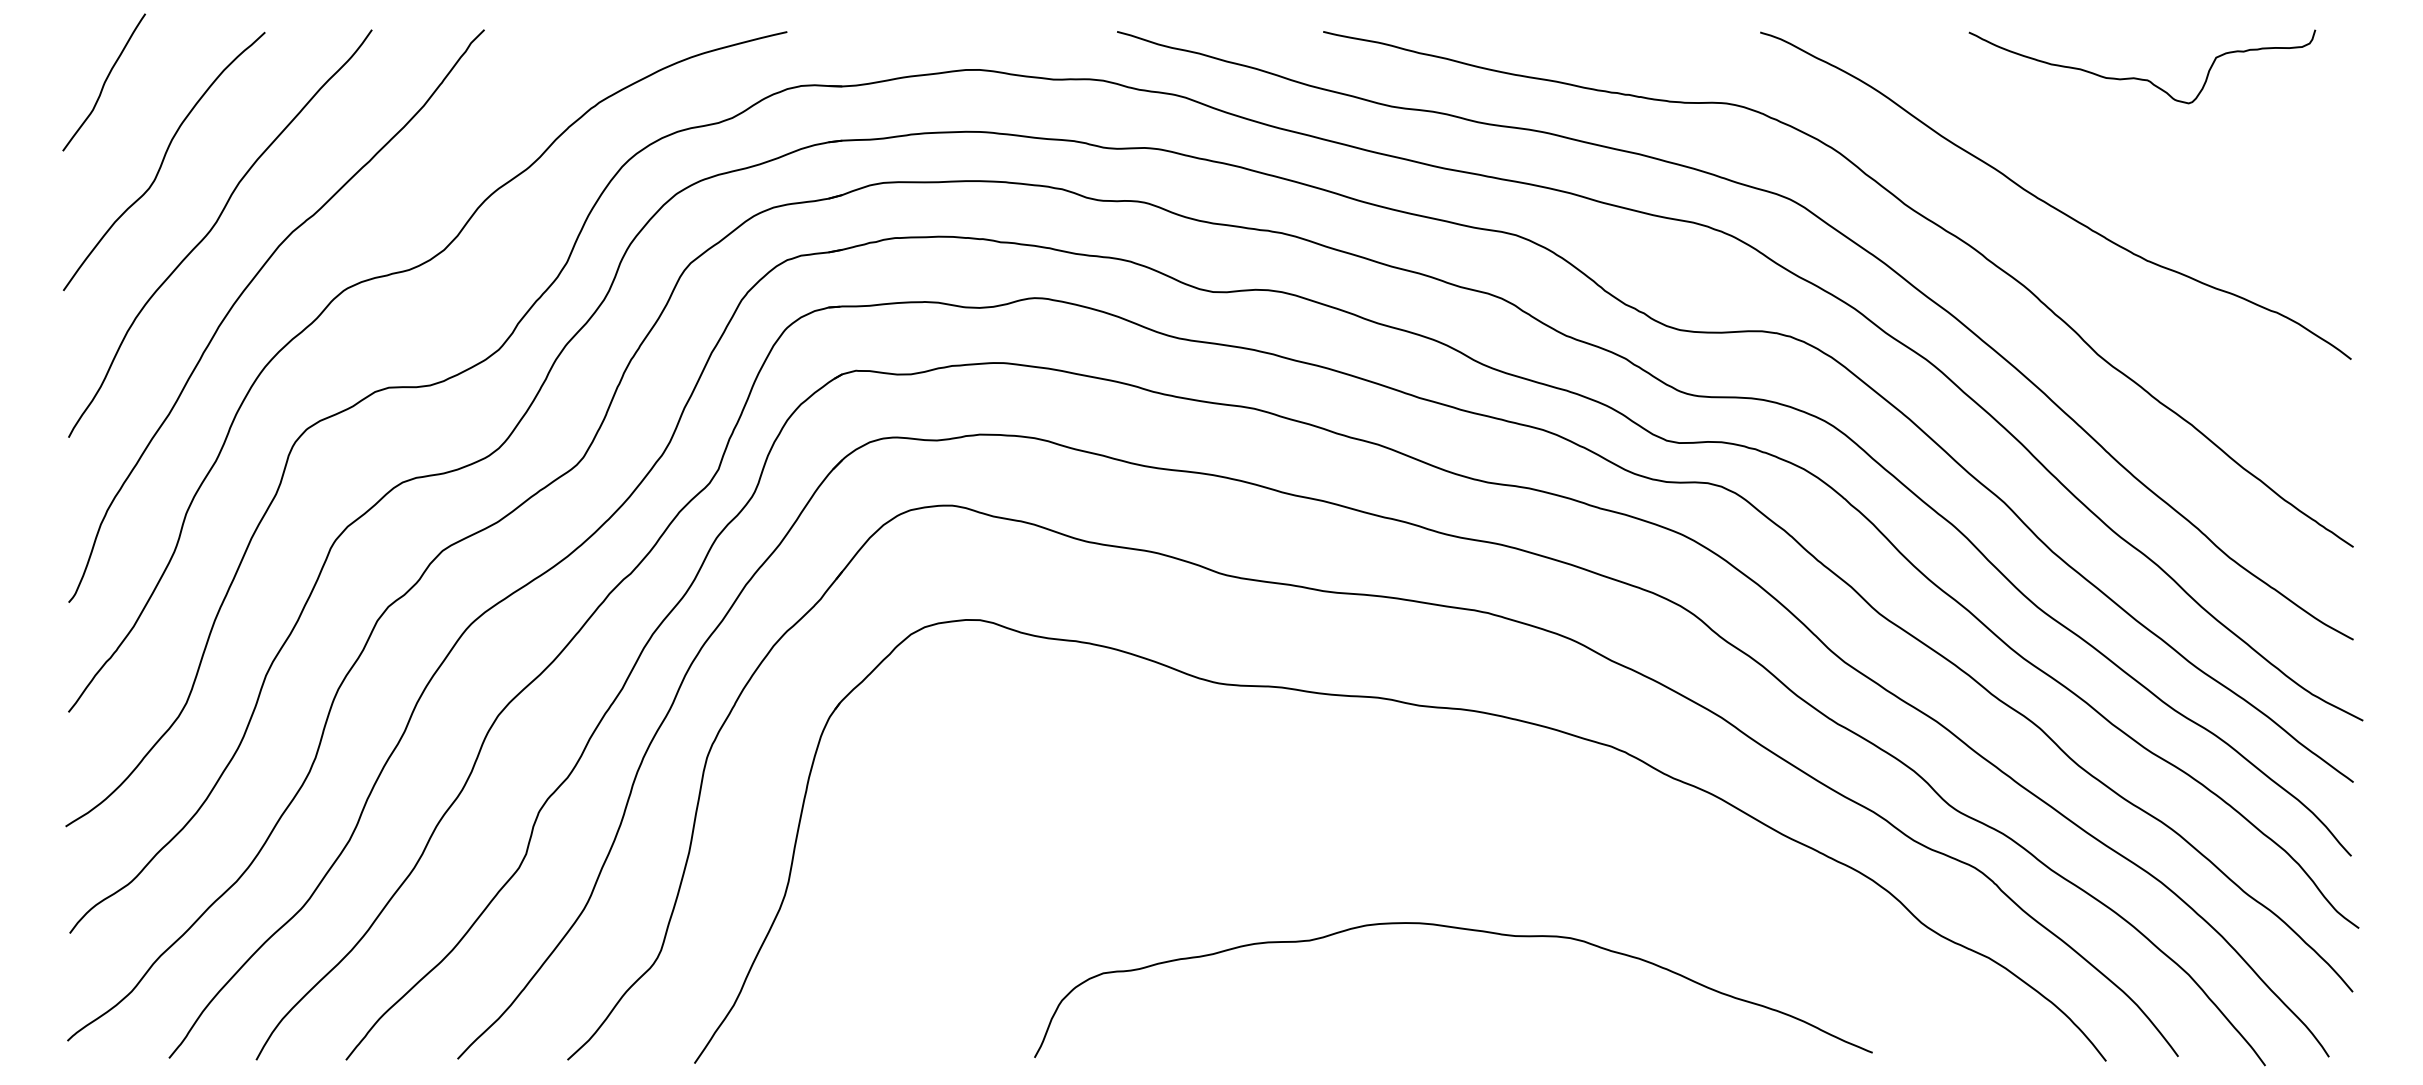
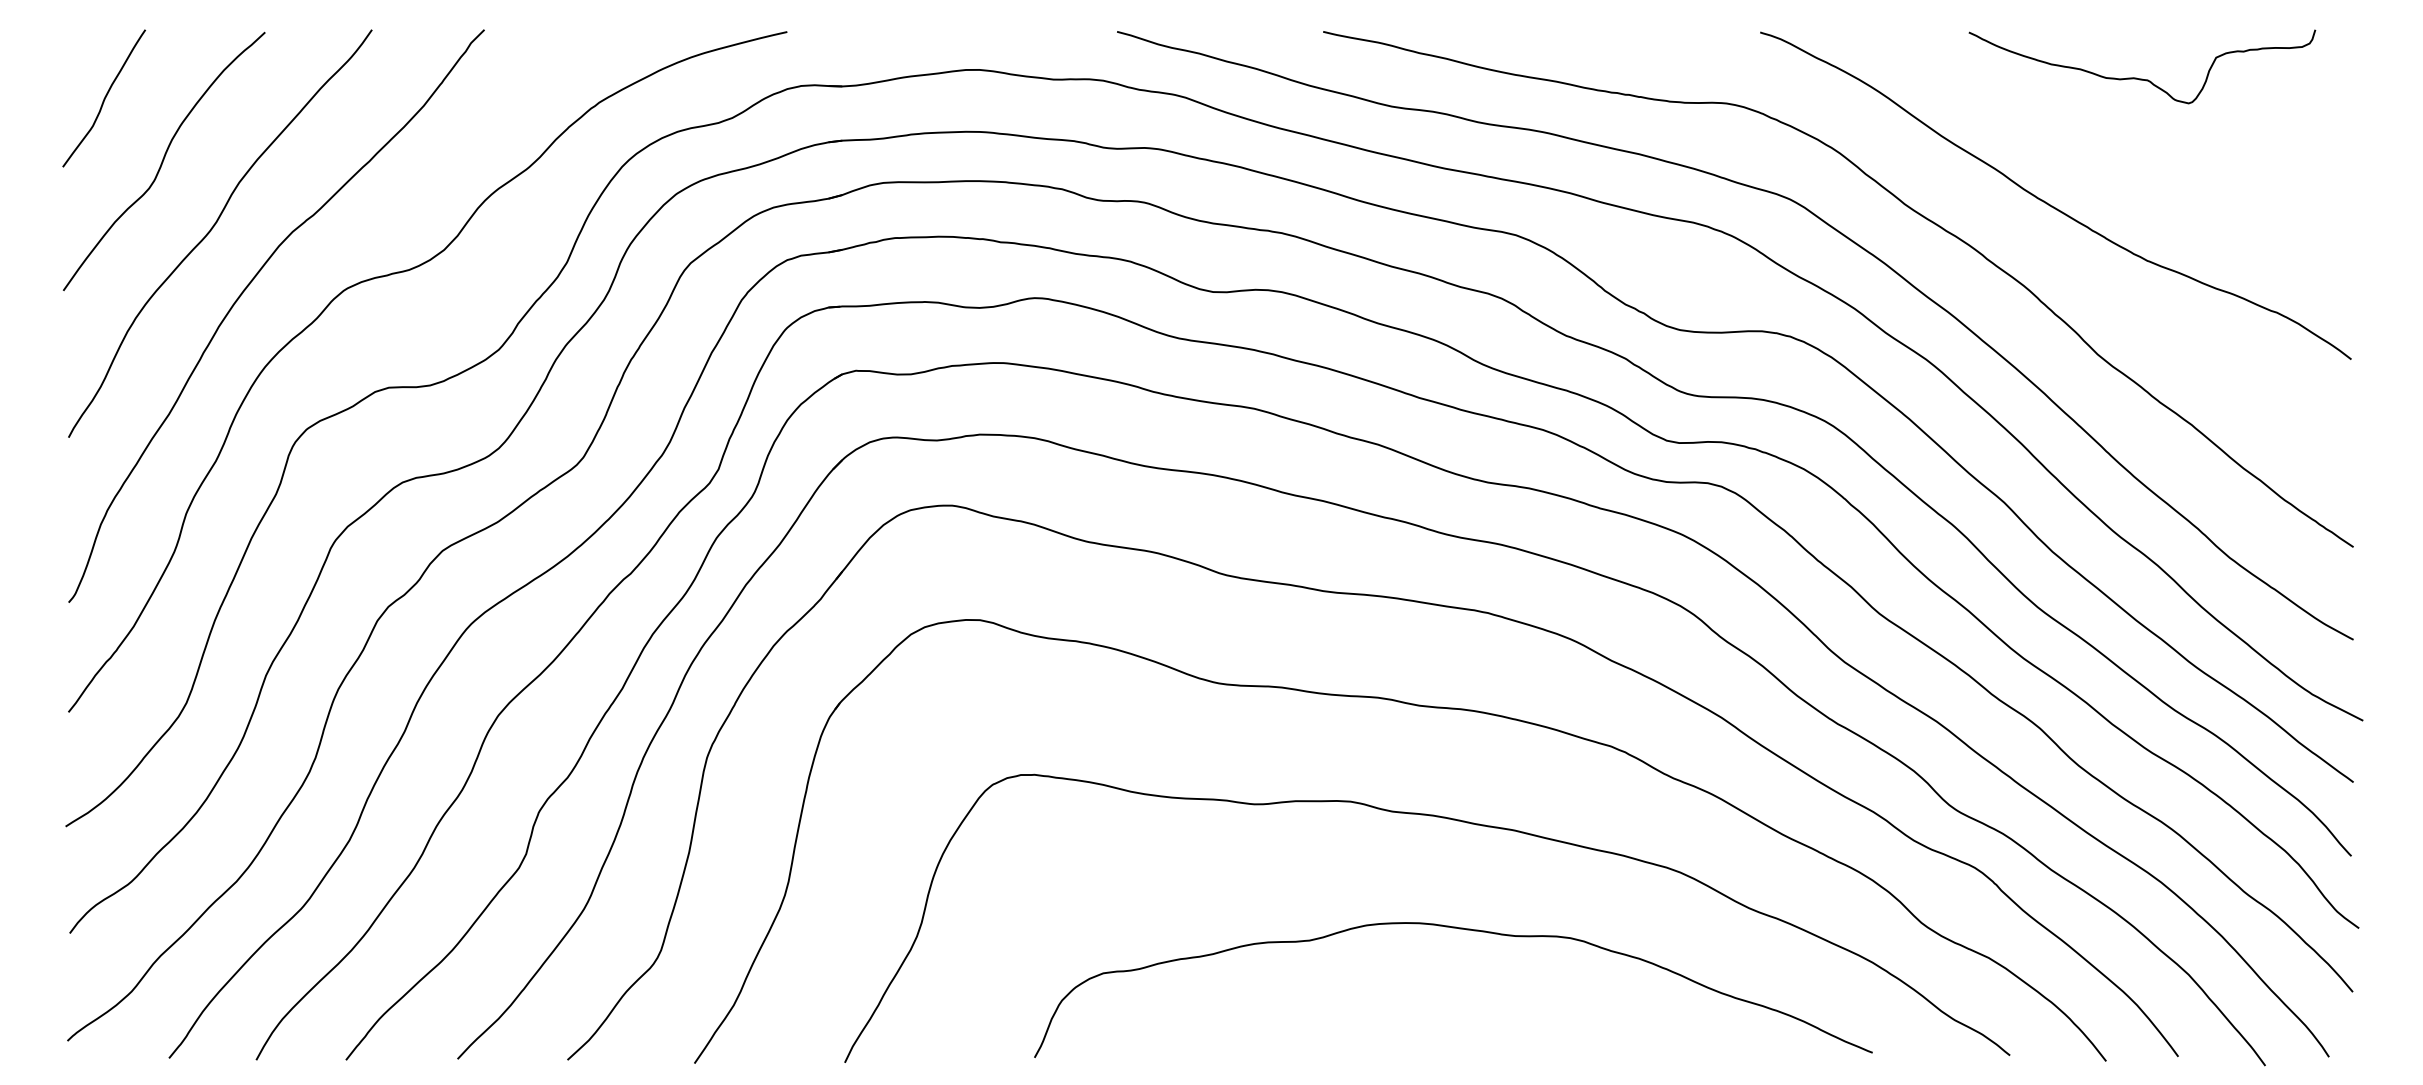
curve at (103, 82) position: (103, 82) -> (103, 98)
curve at (1447, 819): none -> present
